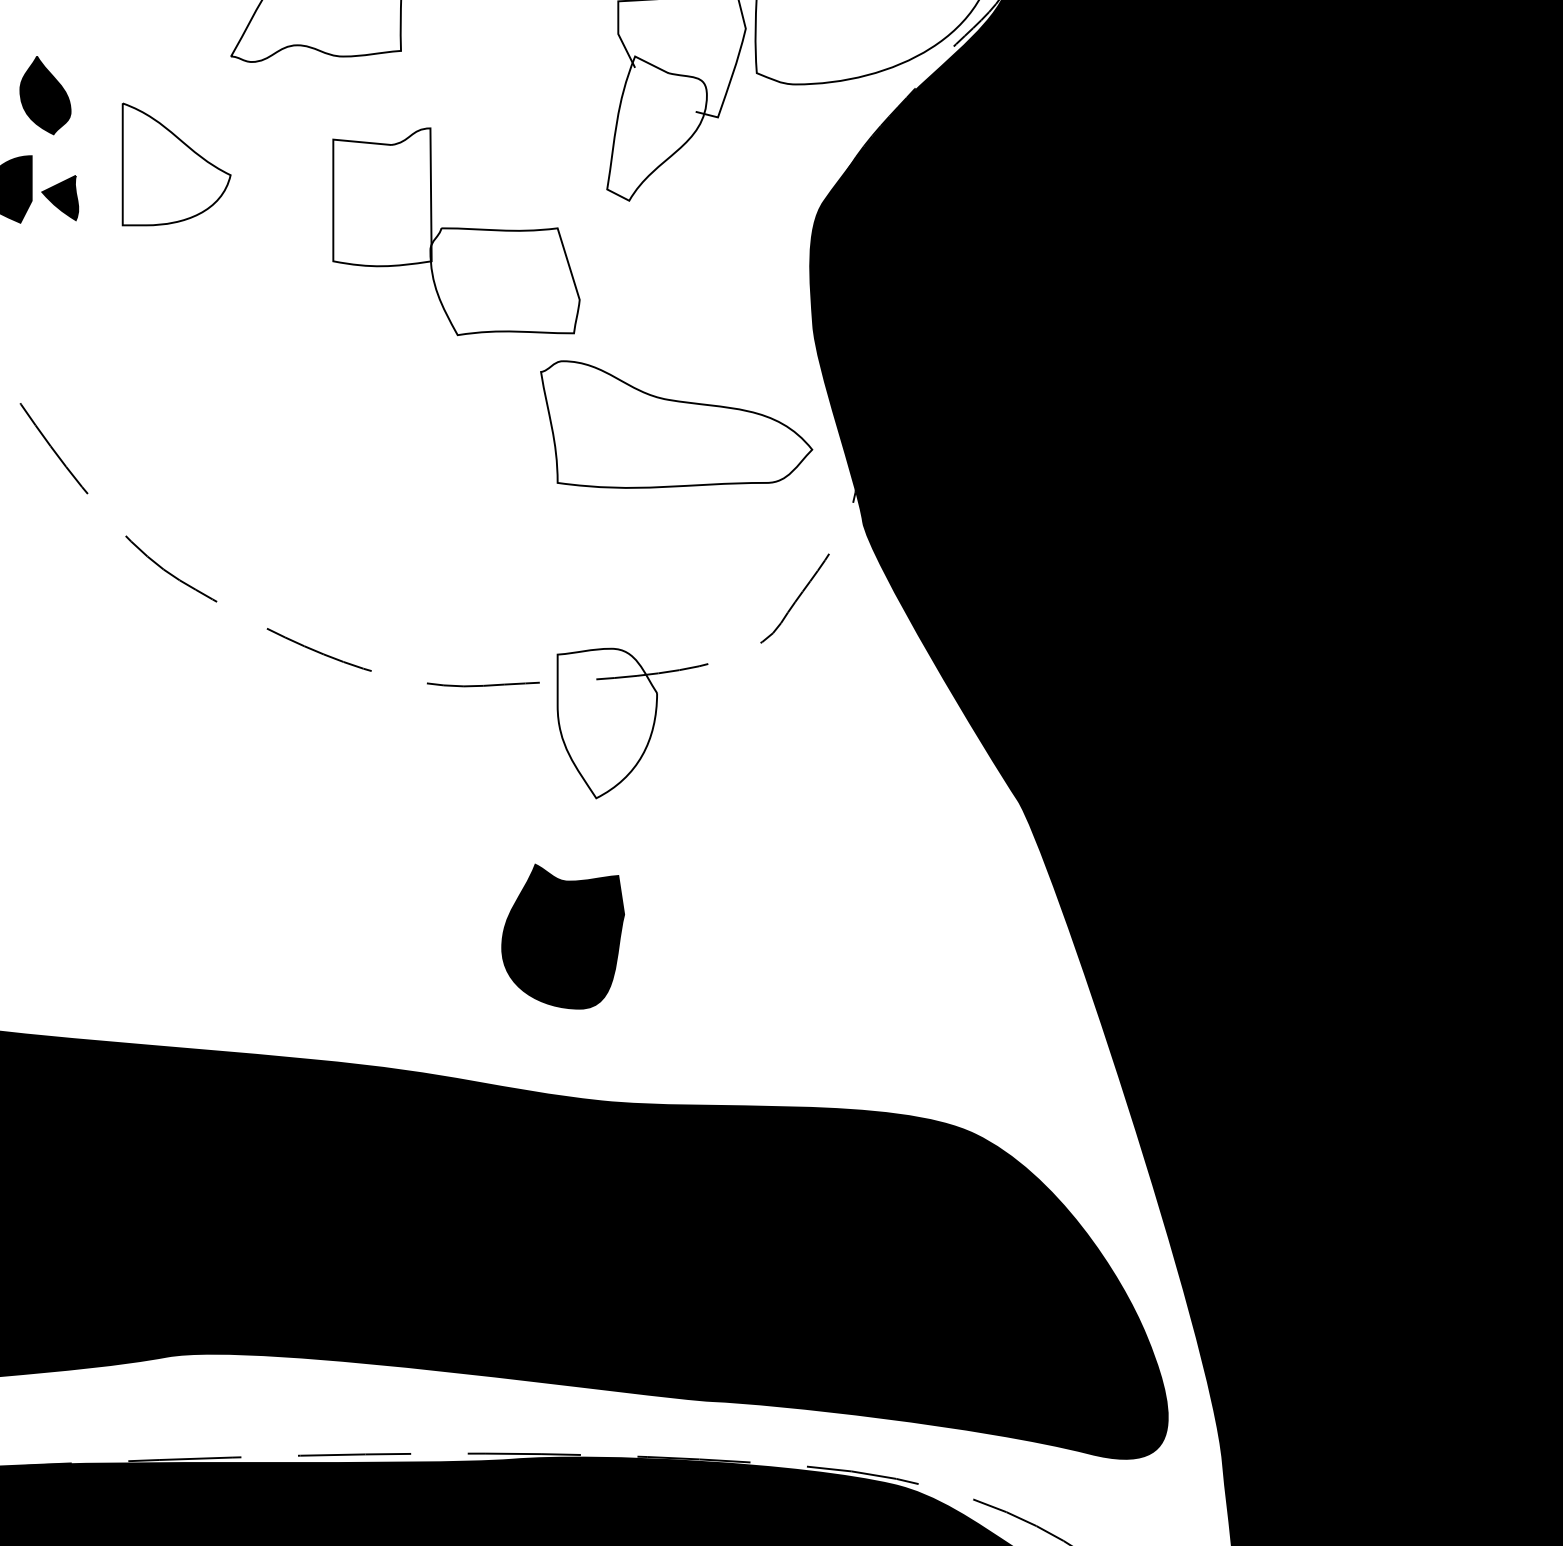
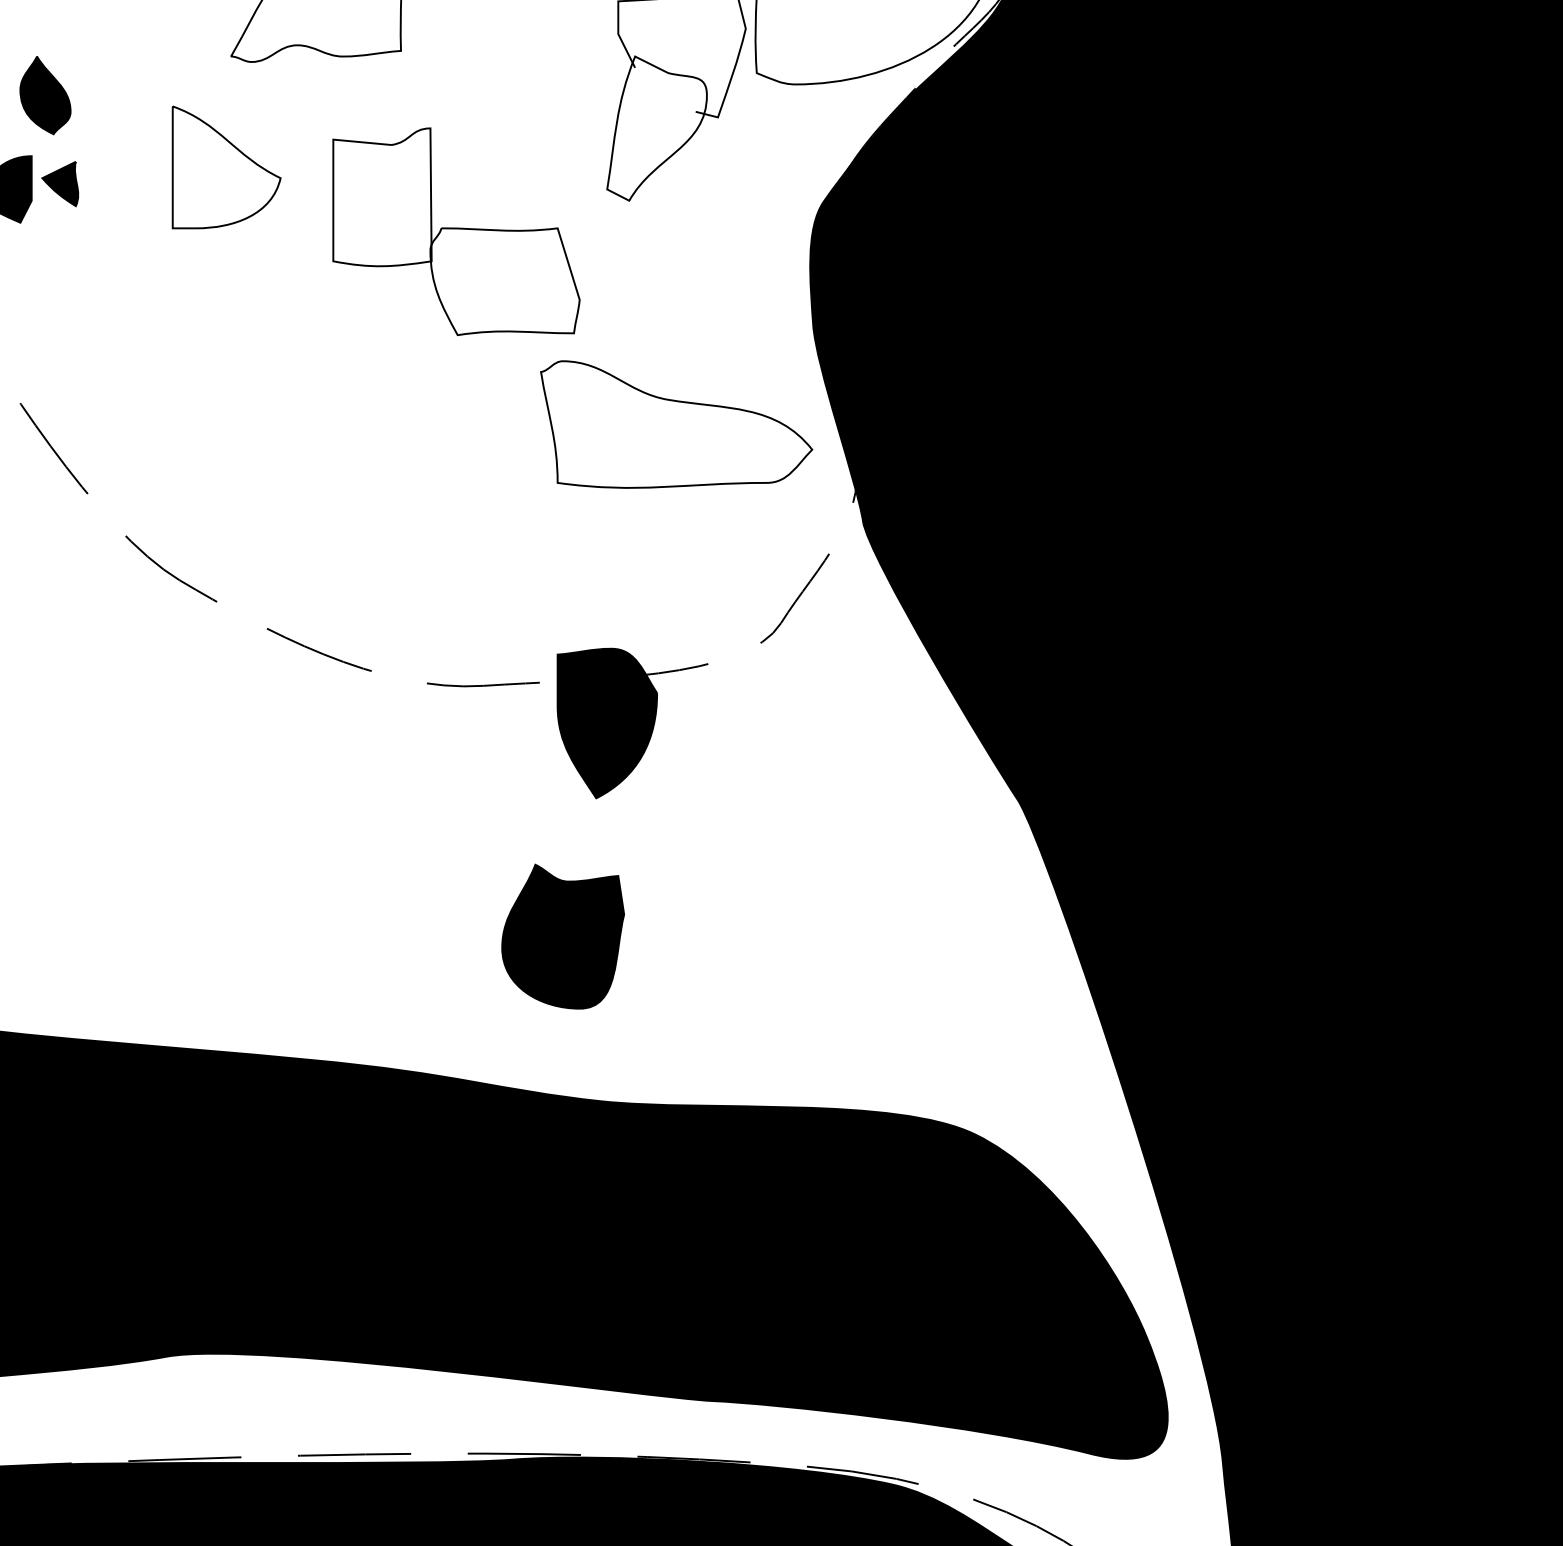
part at (176, 164) position: (176, 164) -> (226, 167)
part at (60, 198) position: (60, 198) -> (60, 184)
fill at (607, 723): none -> present
